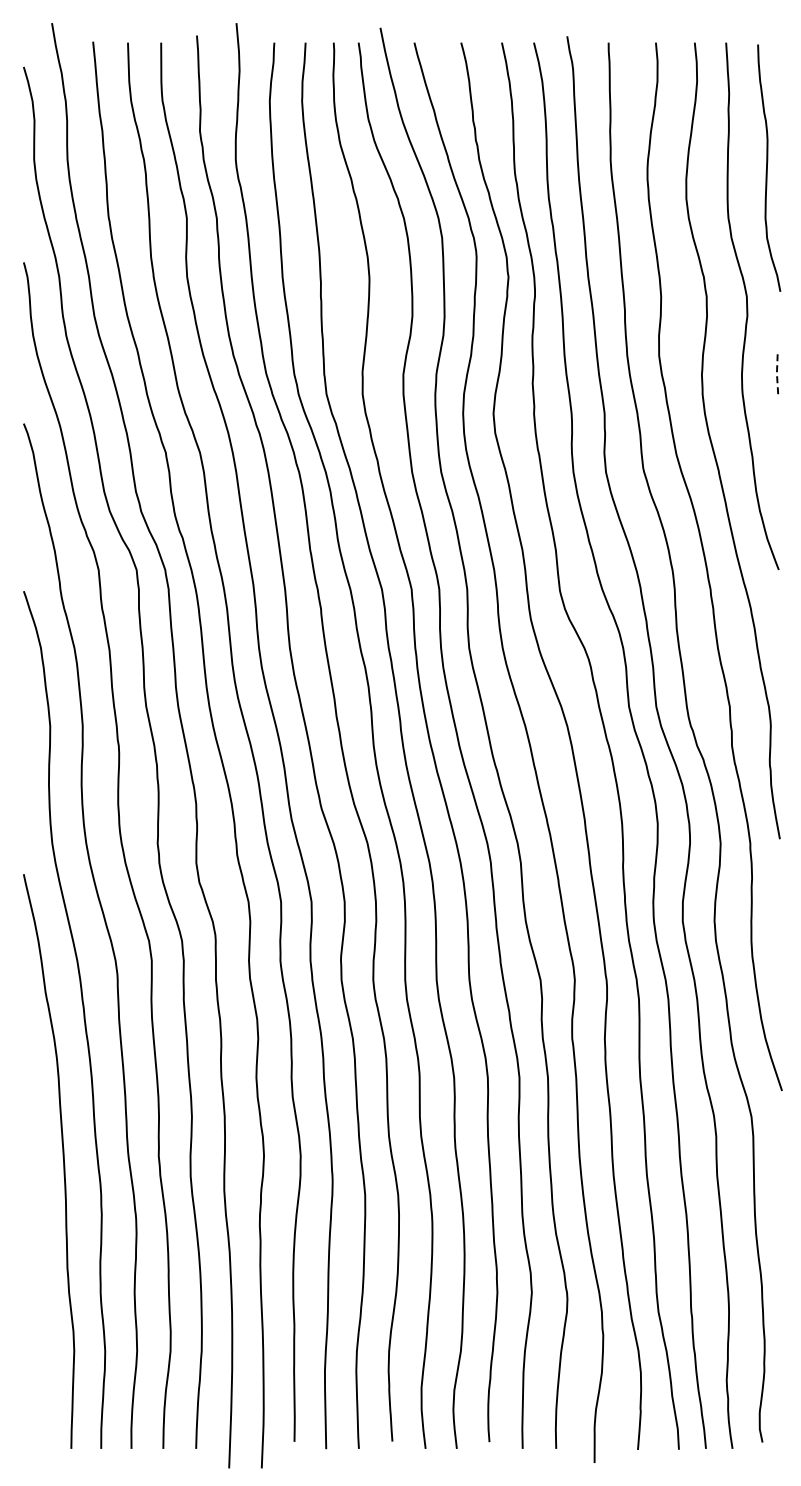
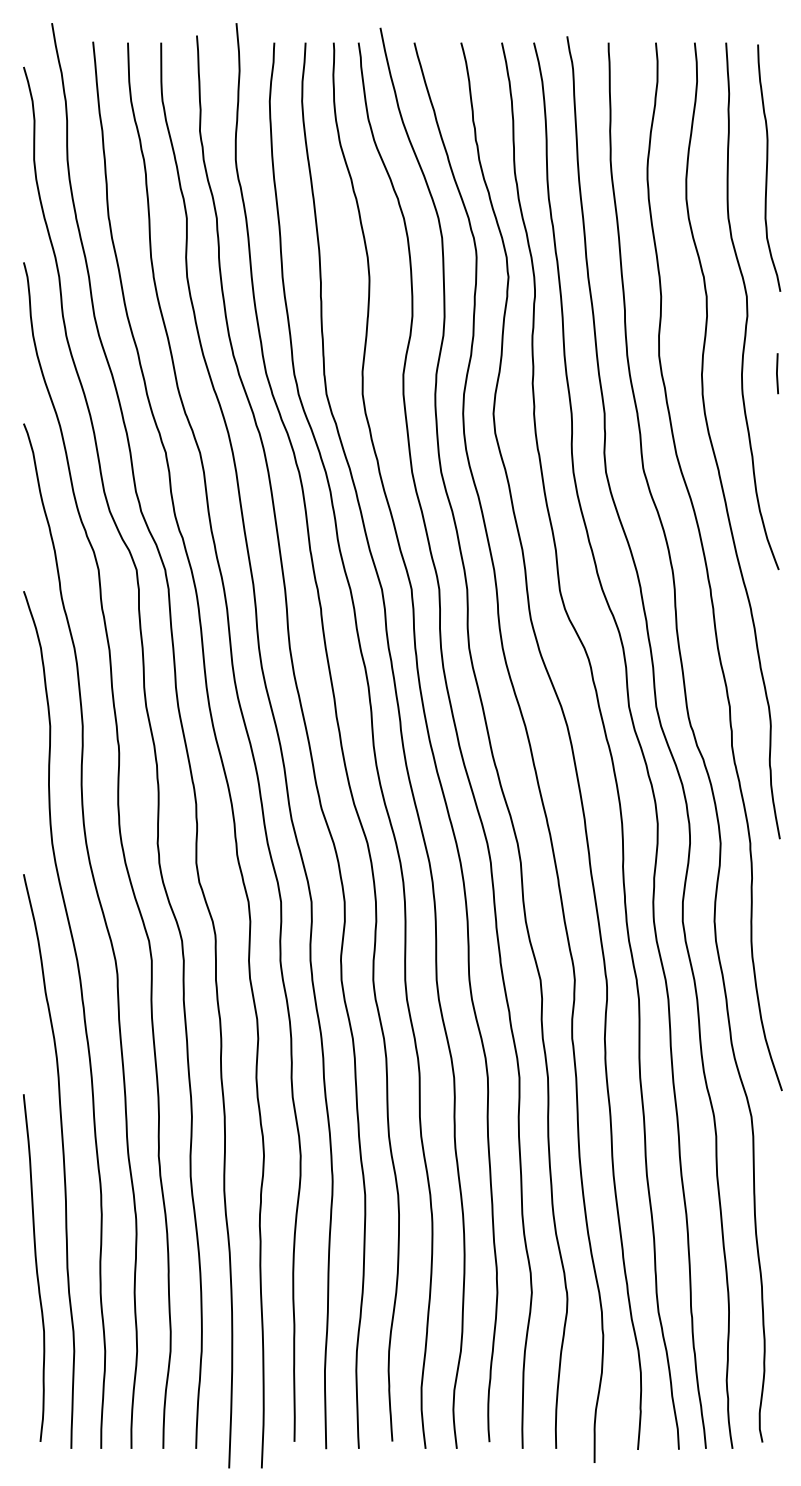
line at (776, 373): dashed -> solid
curve at (35, 1267): none -> present
